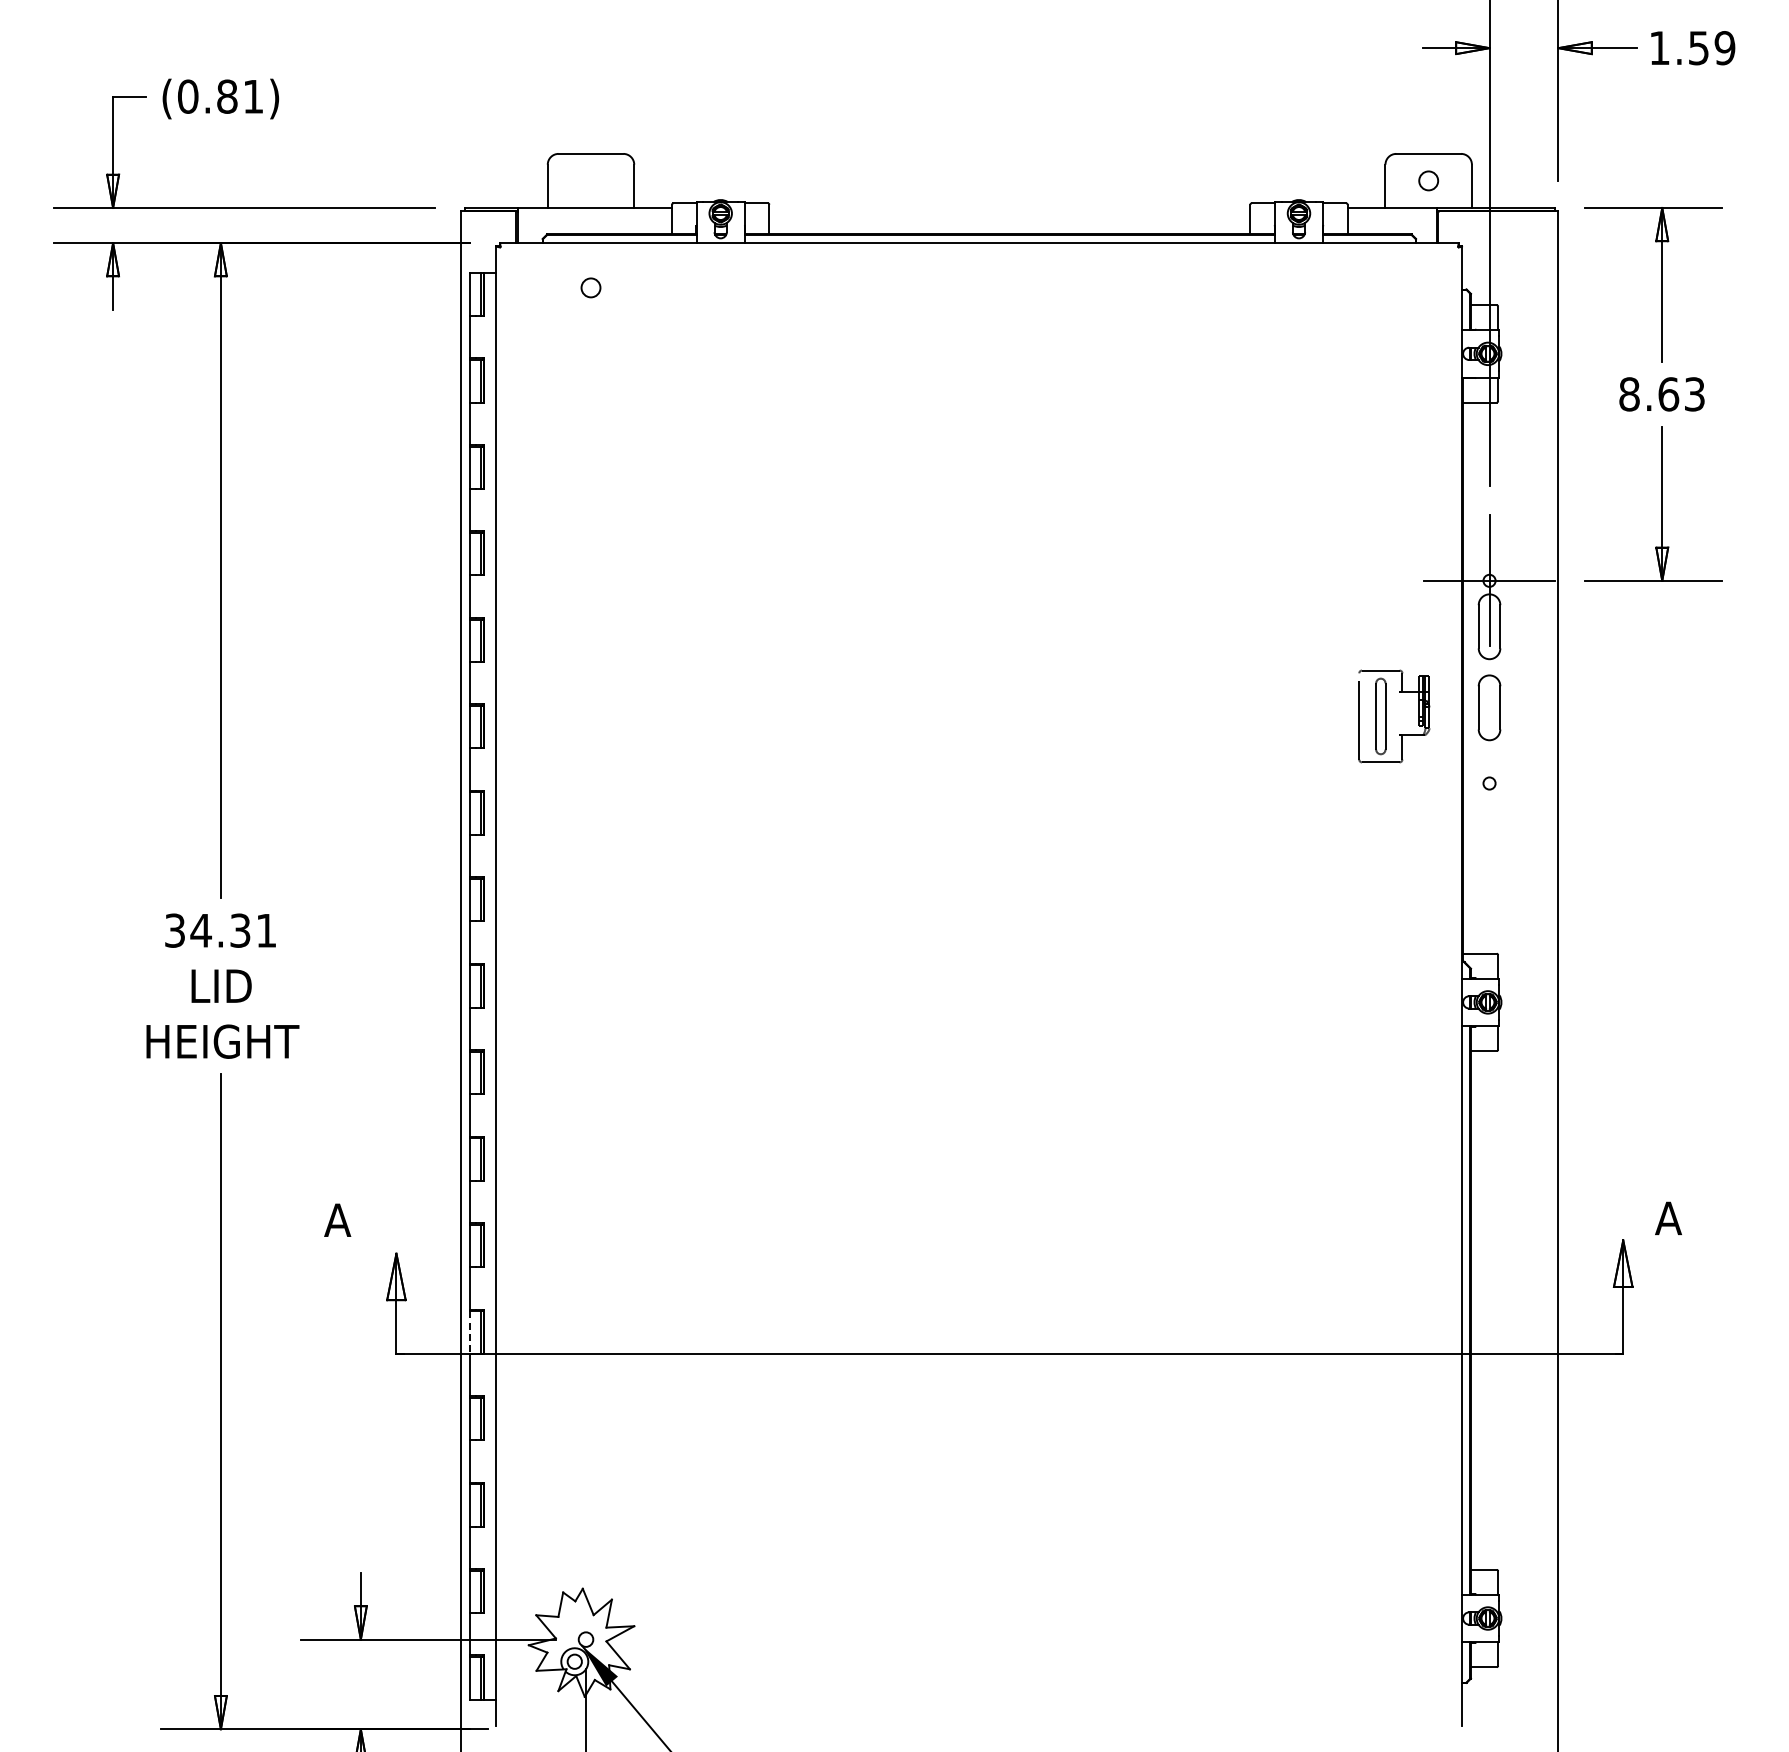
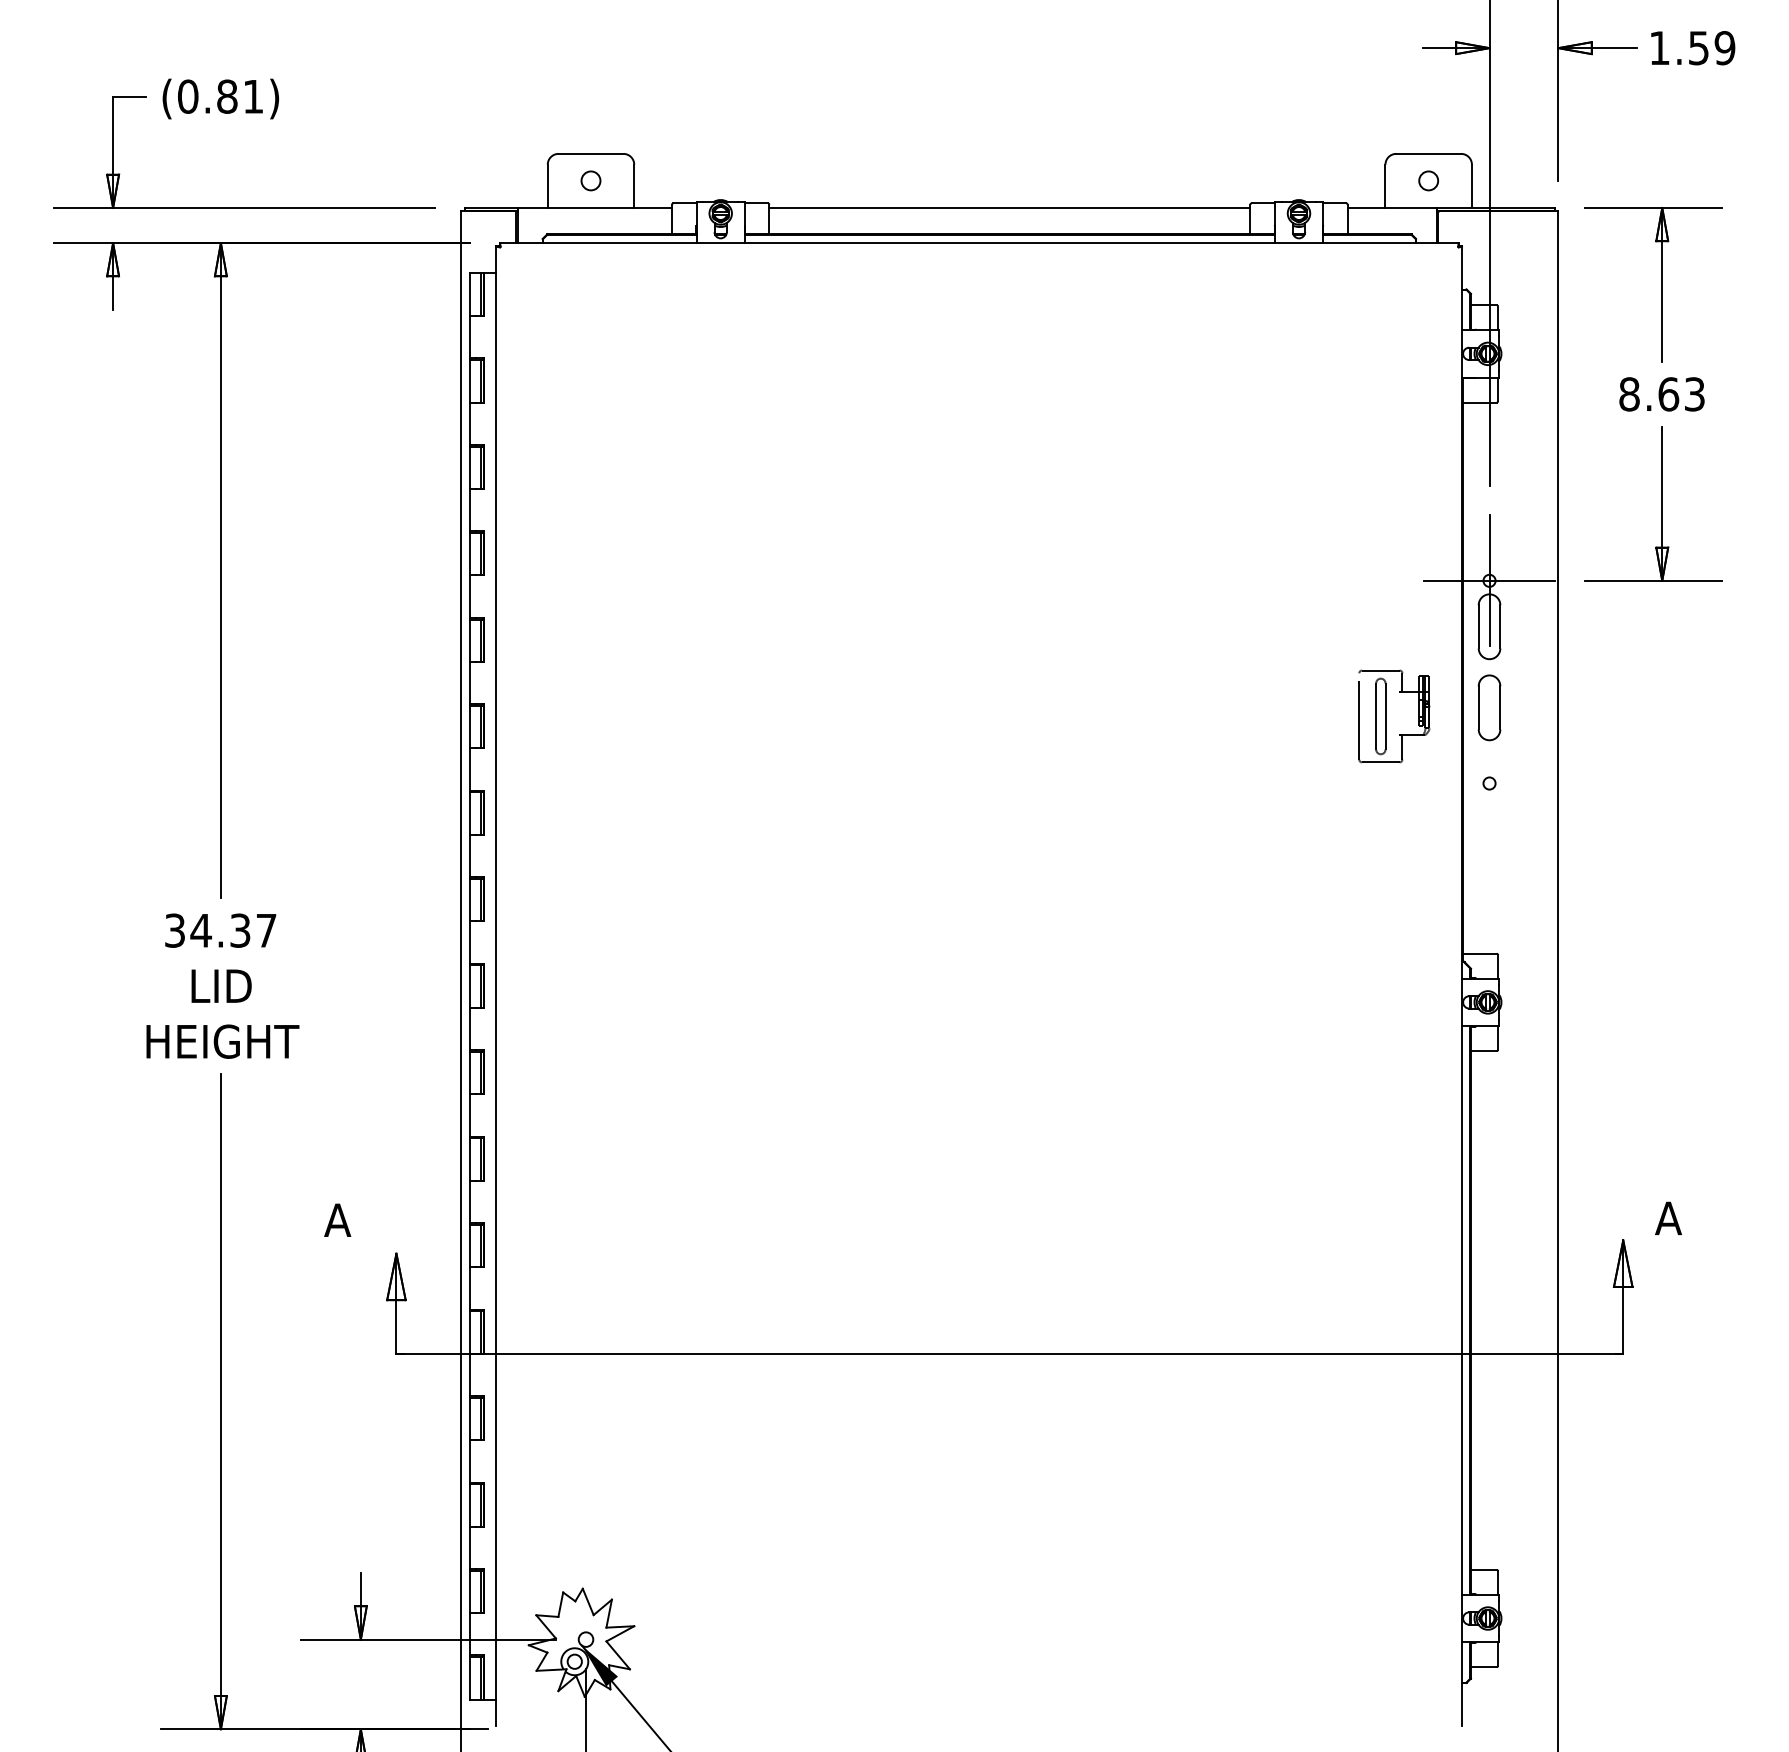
line at (1009, 207): none -> present
circle at (590, 287) position: (590, 287) -> (590, 180)
text at (266, 930): 34.31 -> 34.37
line at (470, 1333): dashed -> solid
